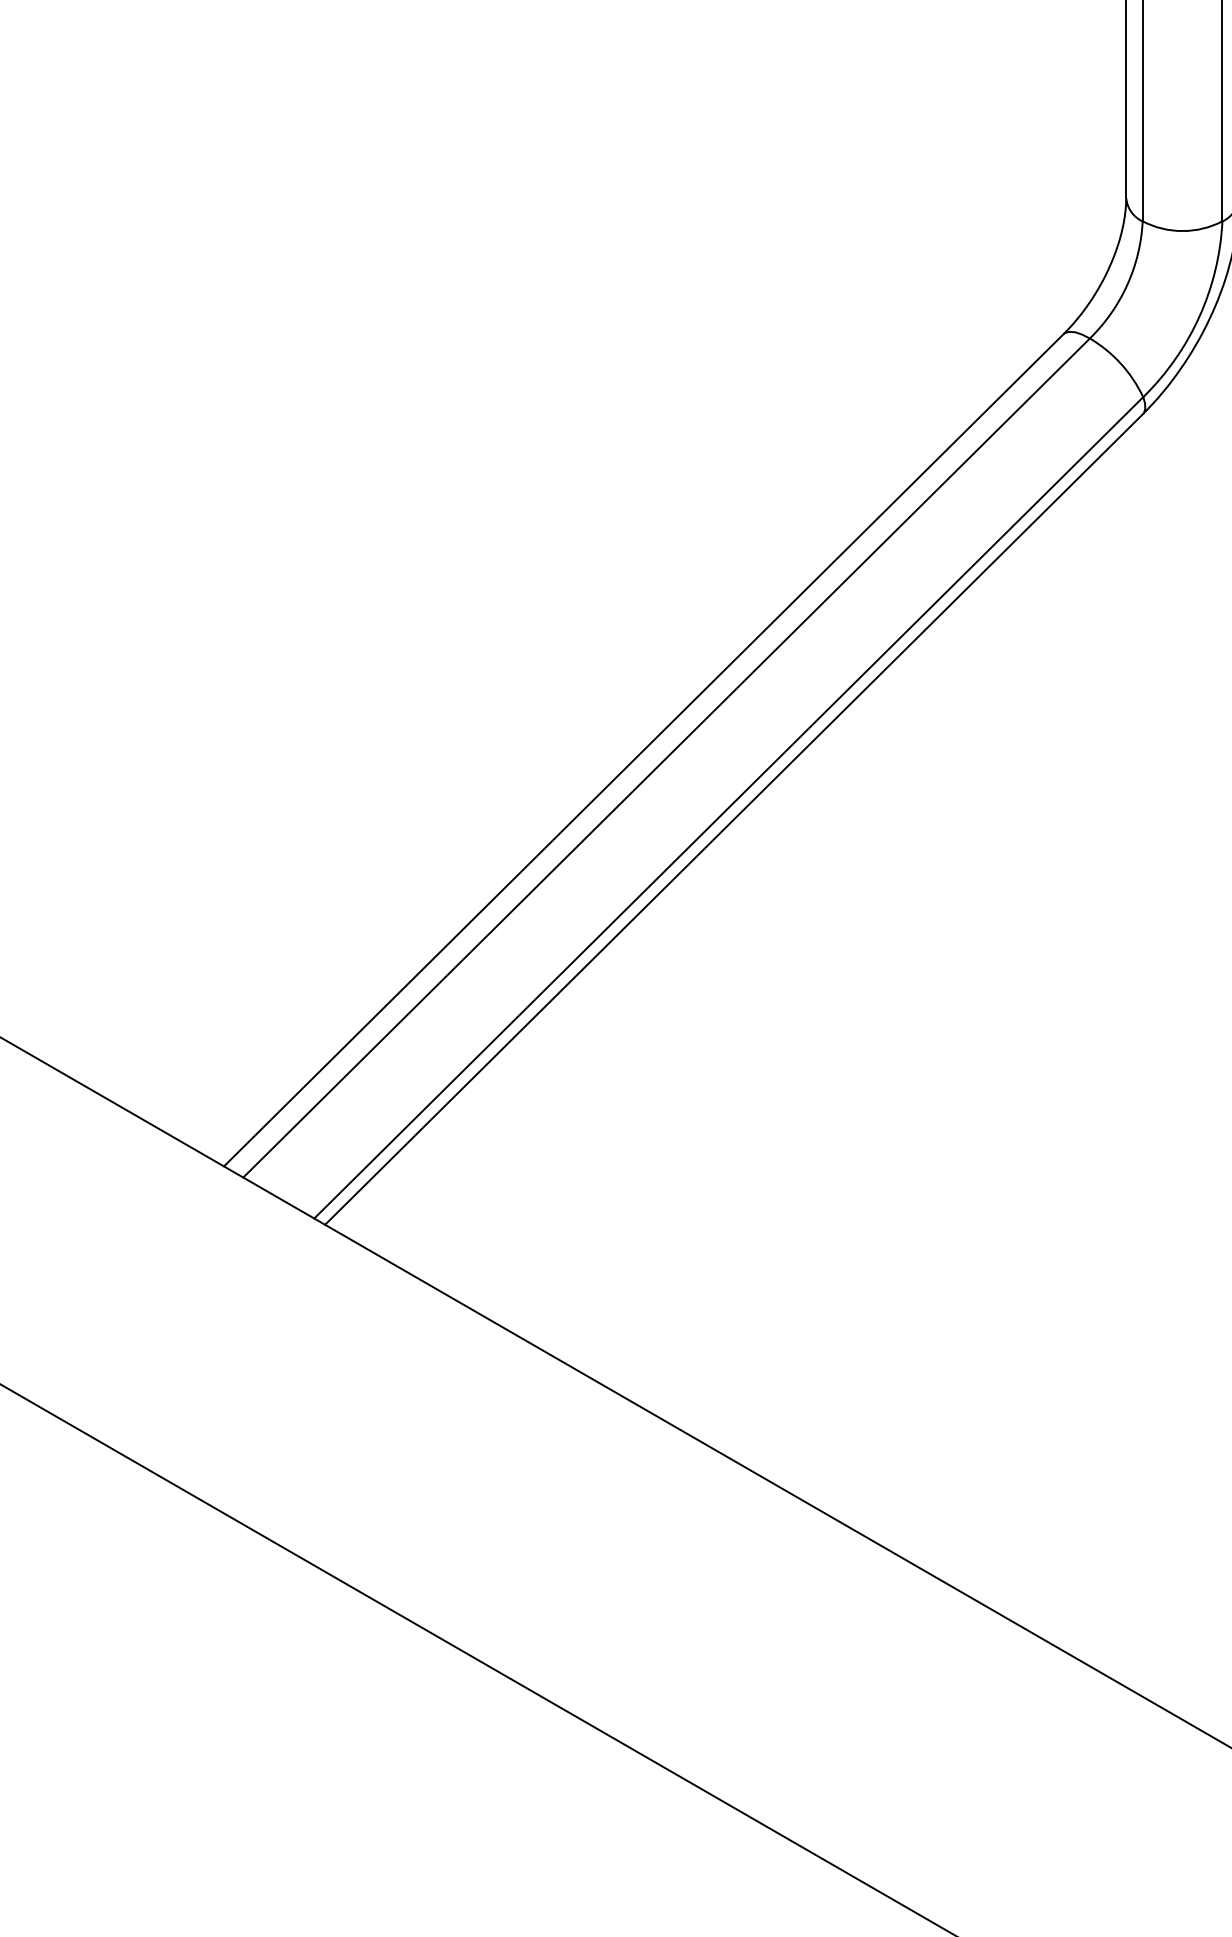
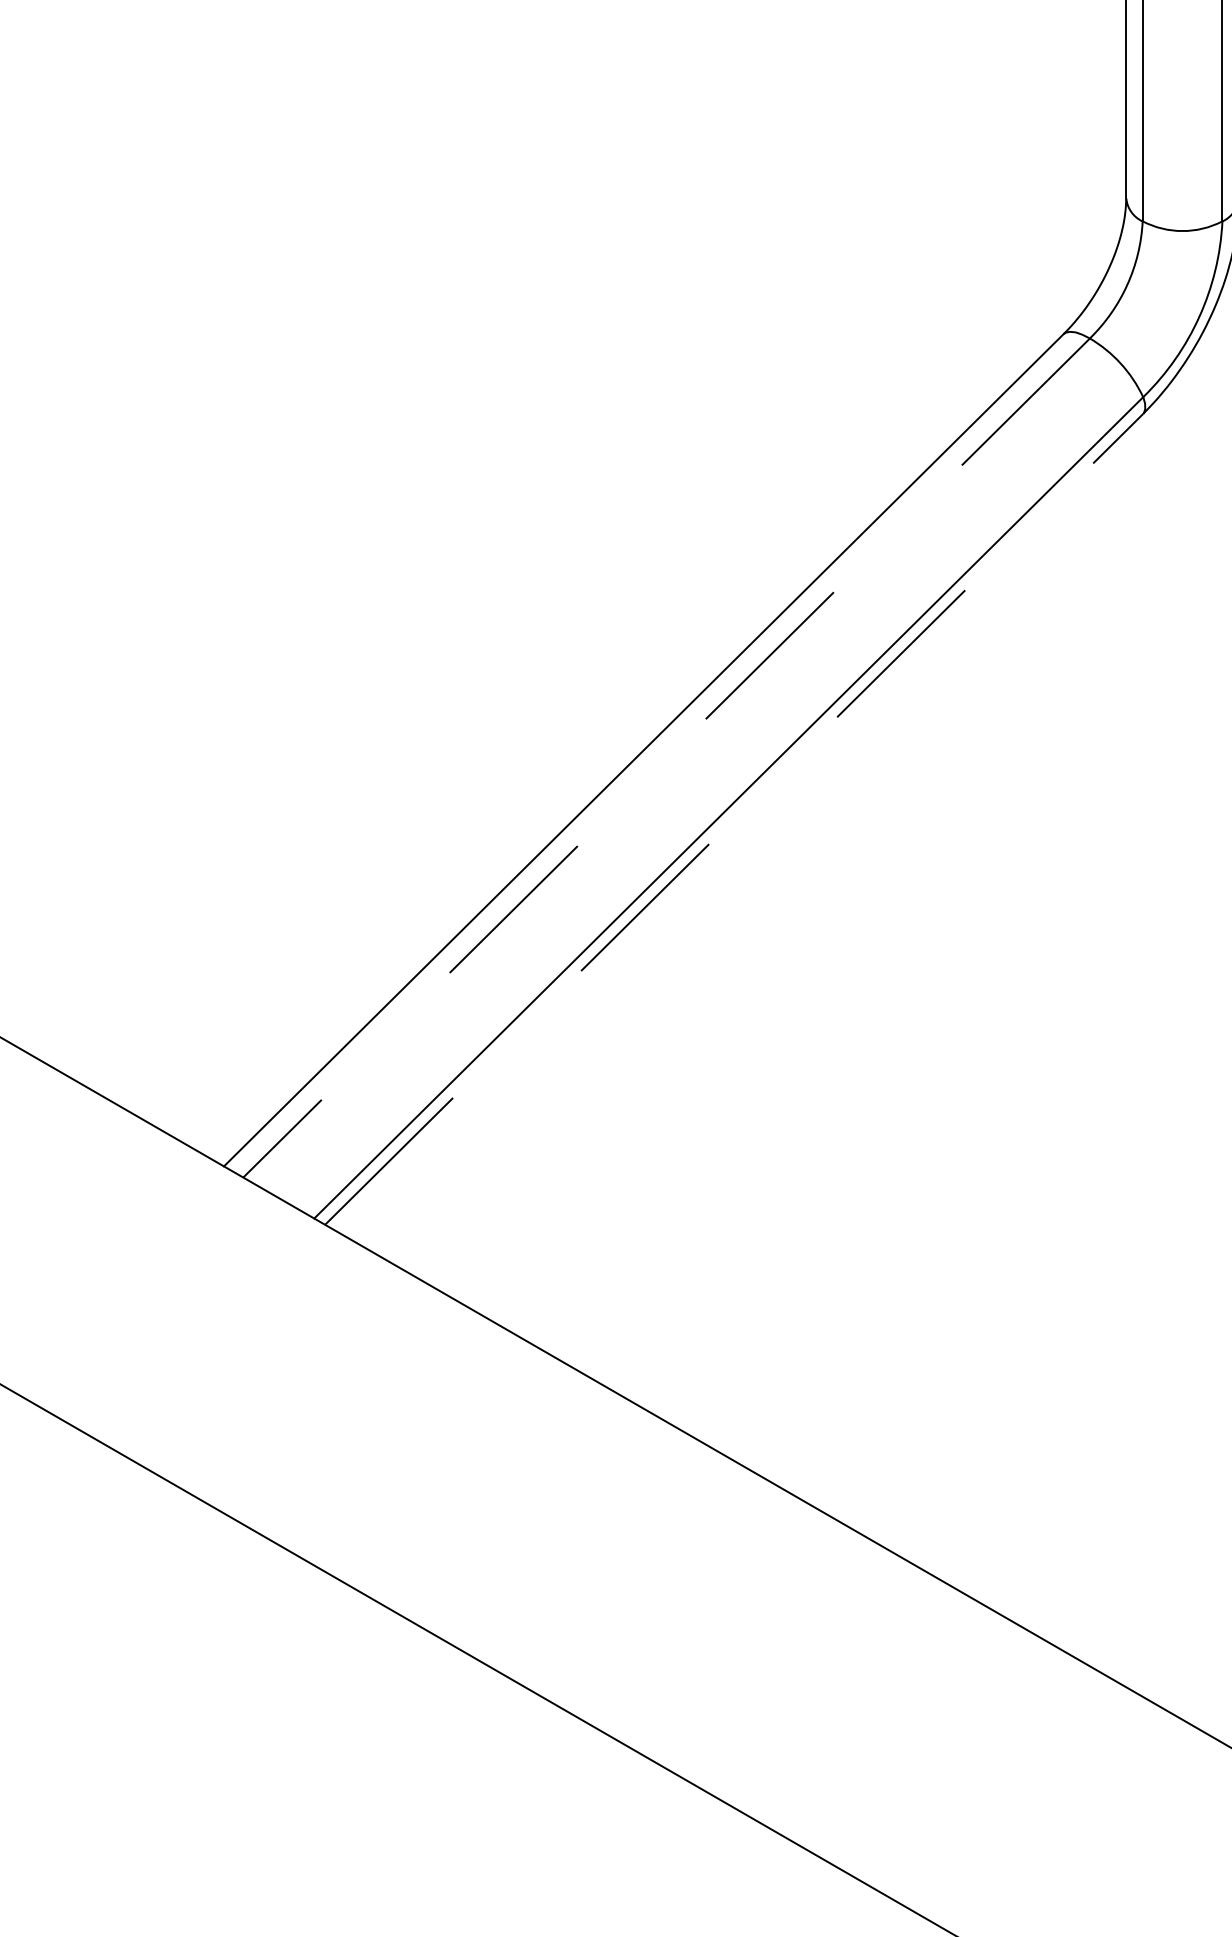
line at (666, 758): solid -> dashed
line at (734, 819): solid -> dashed
